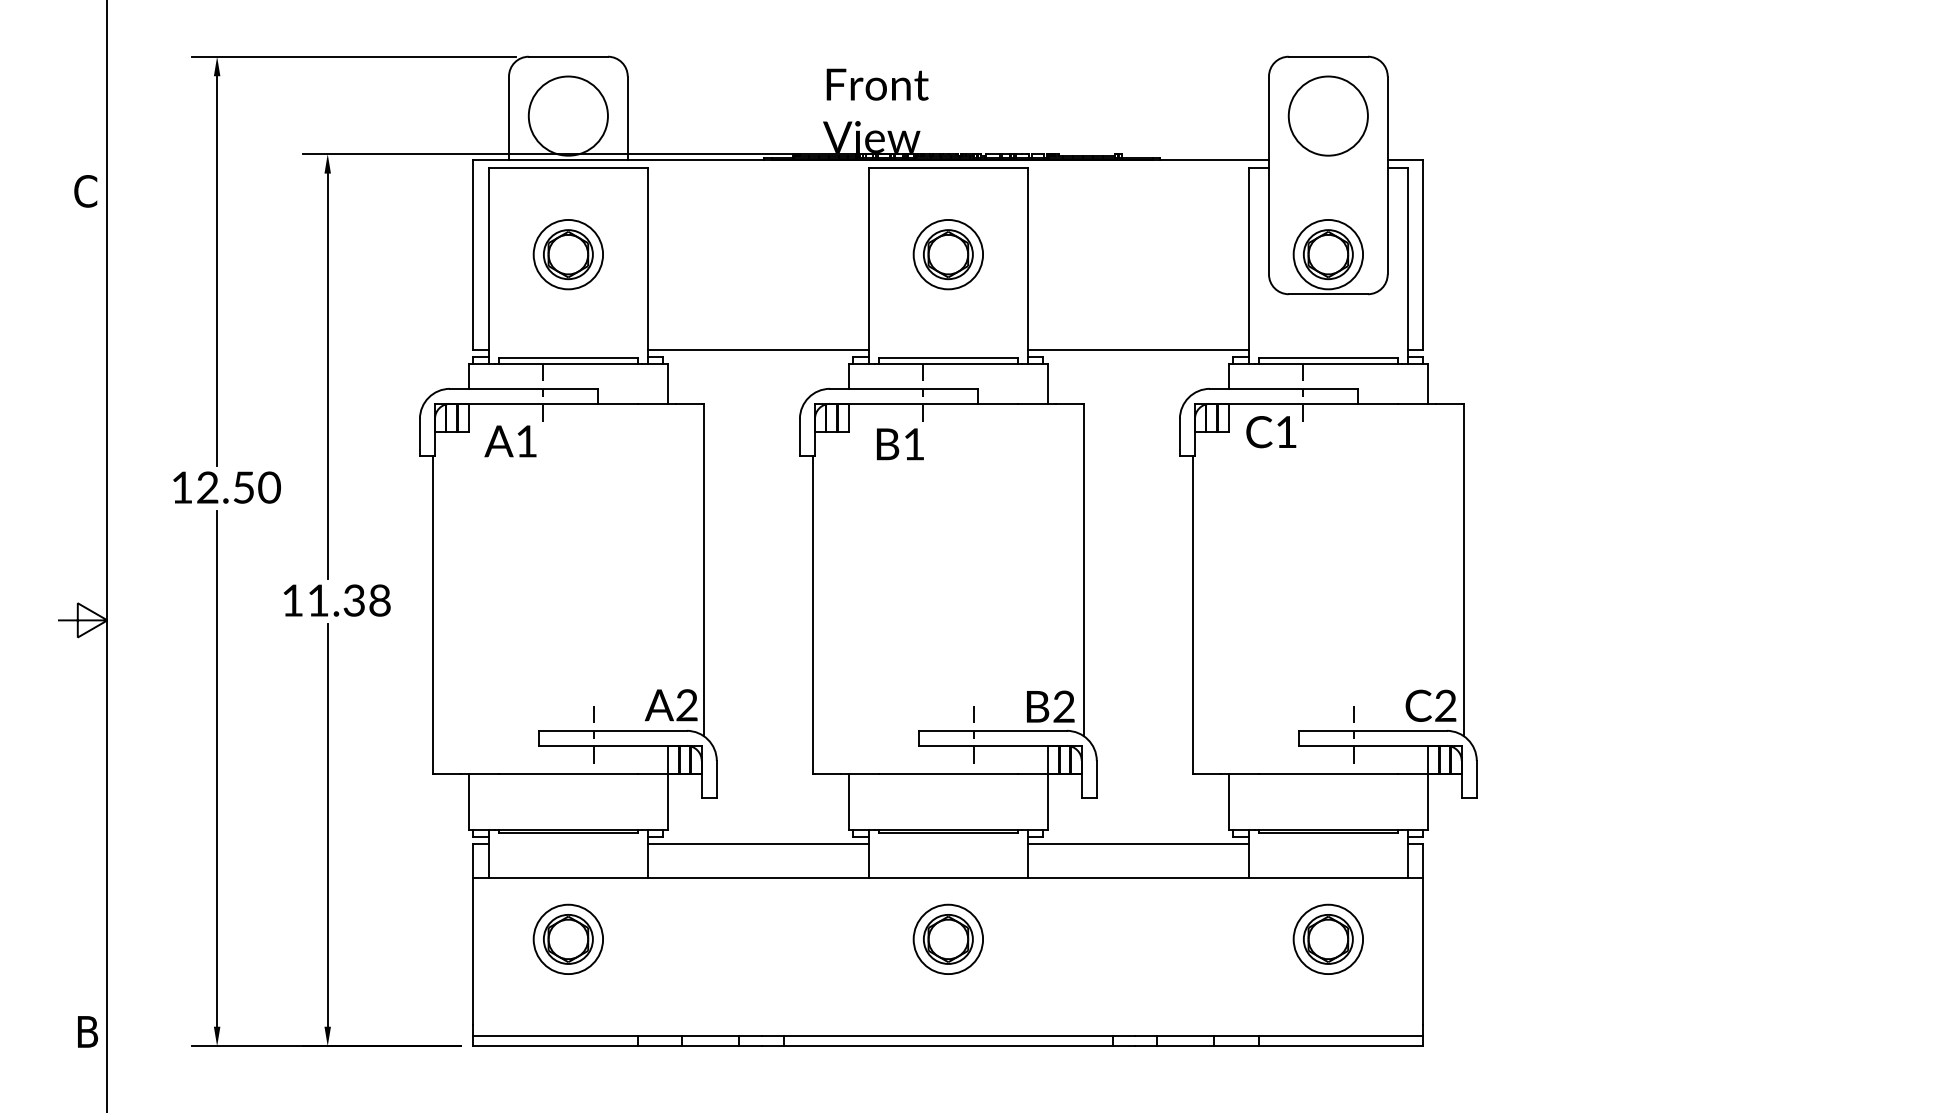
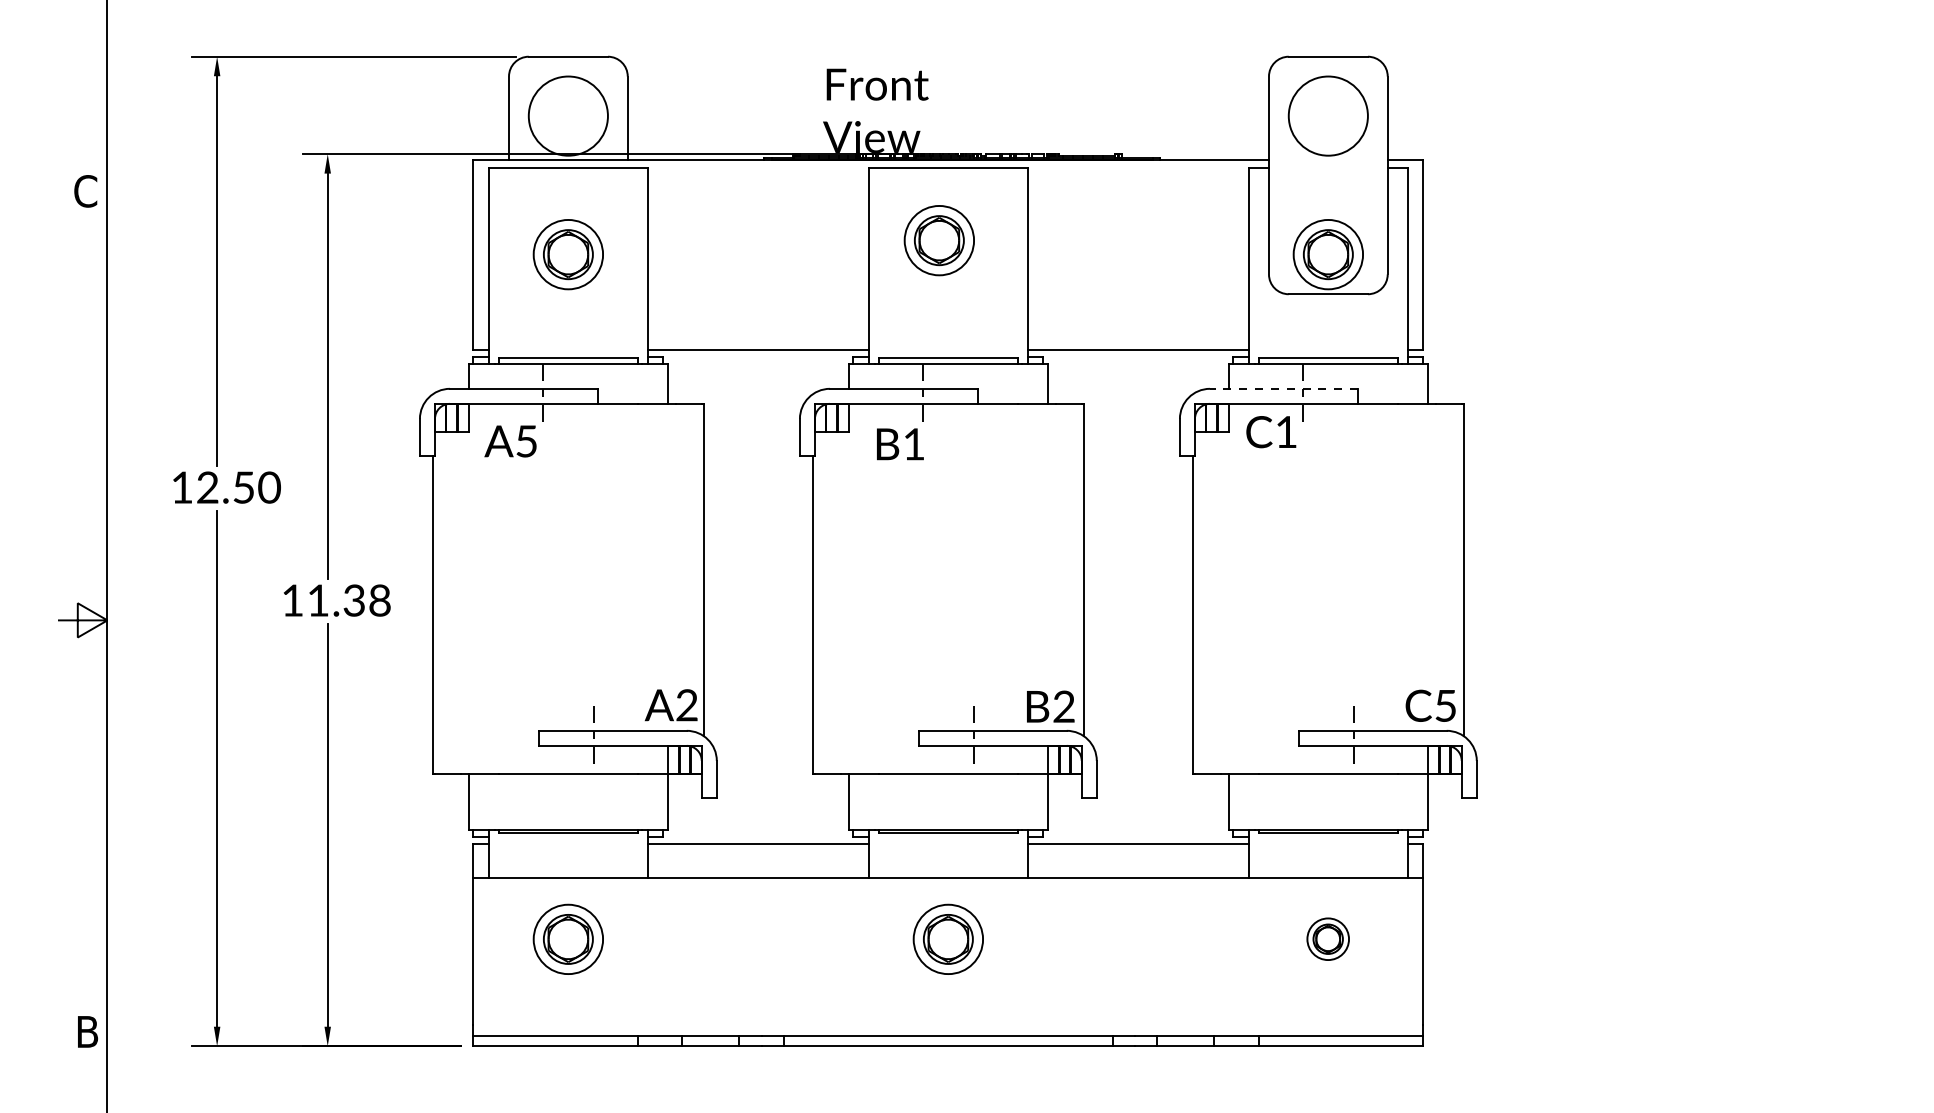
part at (947, 254) position: (947, 254) -> (938, 240)
line at (1283, 388): solid -> dashed
text at (526, 441): A1 -> A5
text at (1445, 705): C2 -> C5
part at (1327, 938) size: 72x72 px -> 44x44 px
